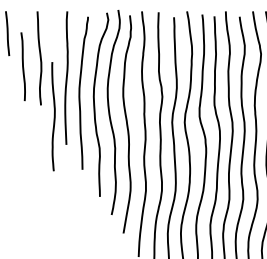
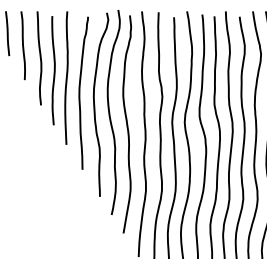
curve at (22, 66) position: (22, 66) -> (22, 45)
curve at (53, 116) position: (53, 116) -> (53, 70)
